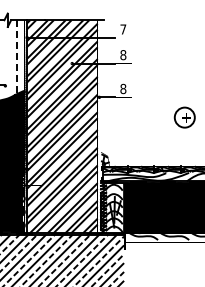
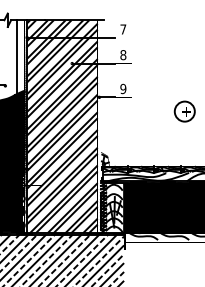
line at (16, 57): dashed -> solid
text at (123, 89): 8 -> 9
part at (184, 117) position: (184, 117) -> (184, 111)
